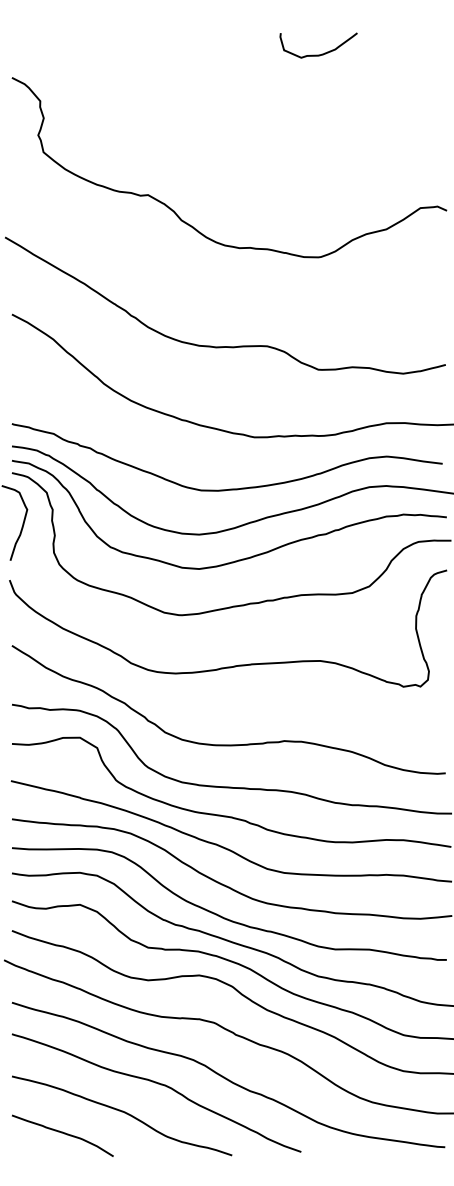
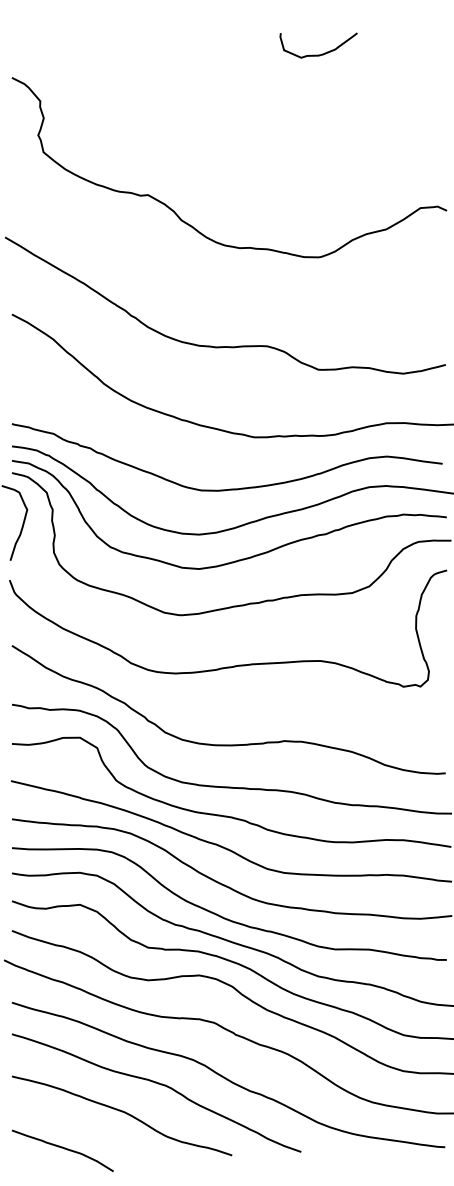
curve at (62, 1133) position: (62, 1133) -> (62, 1148)
